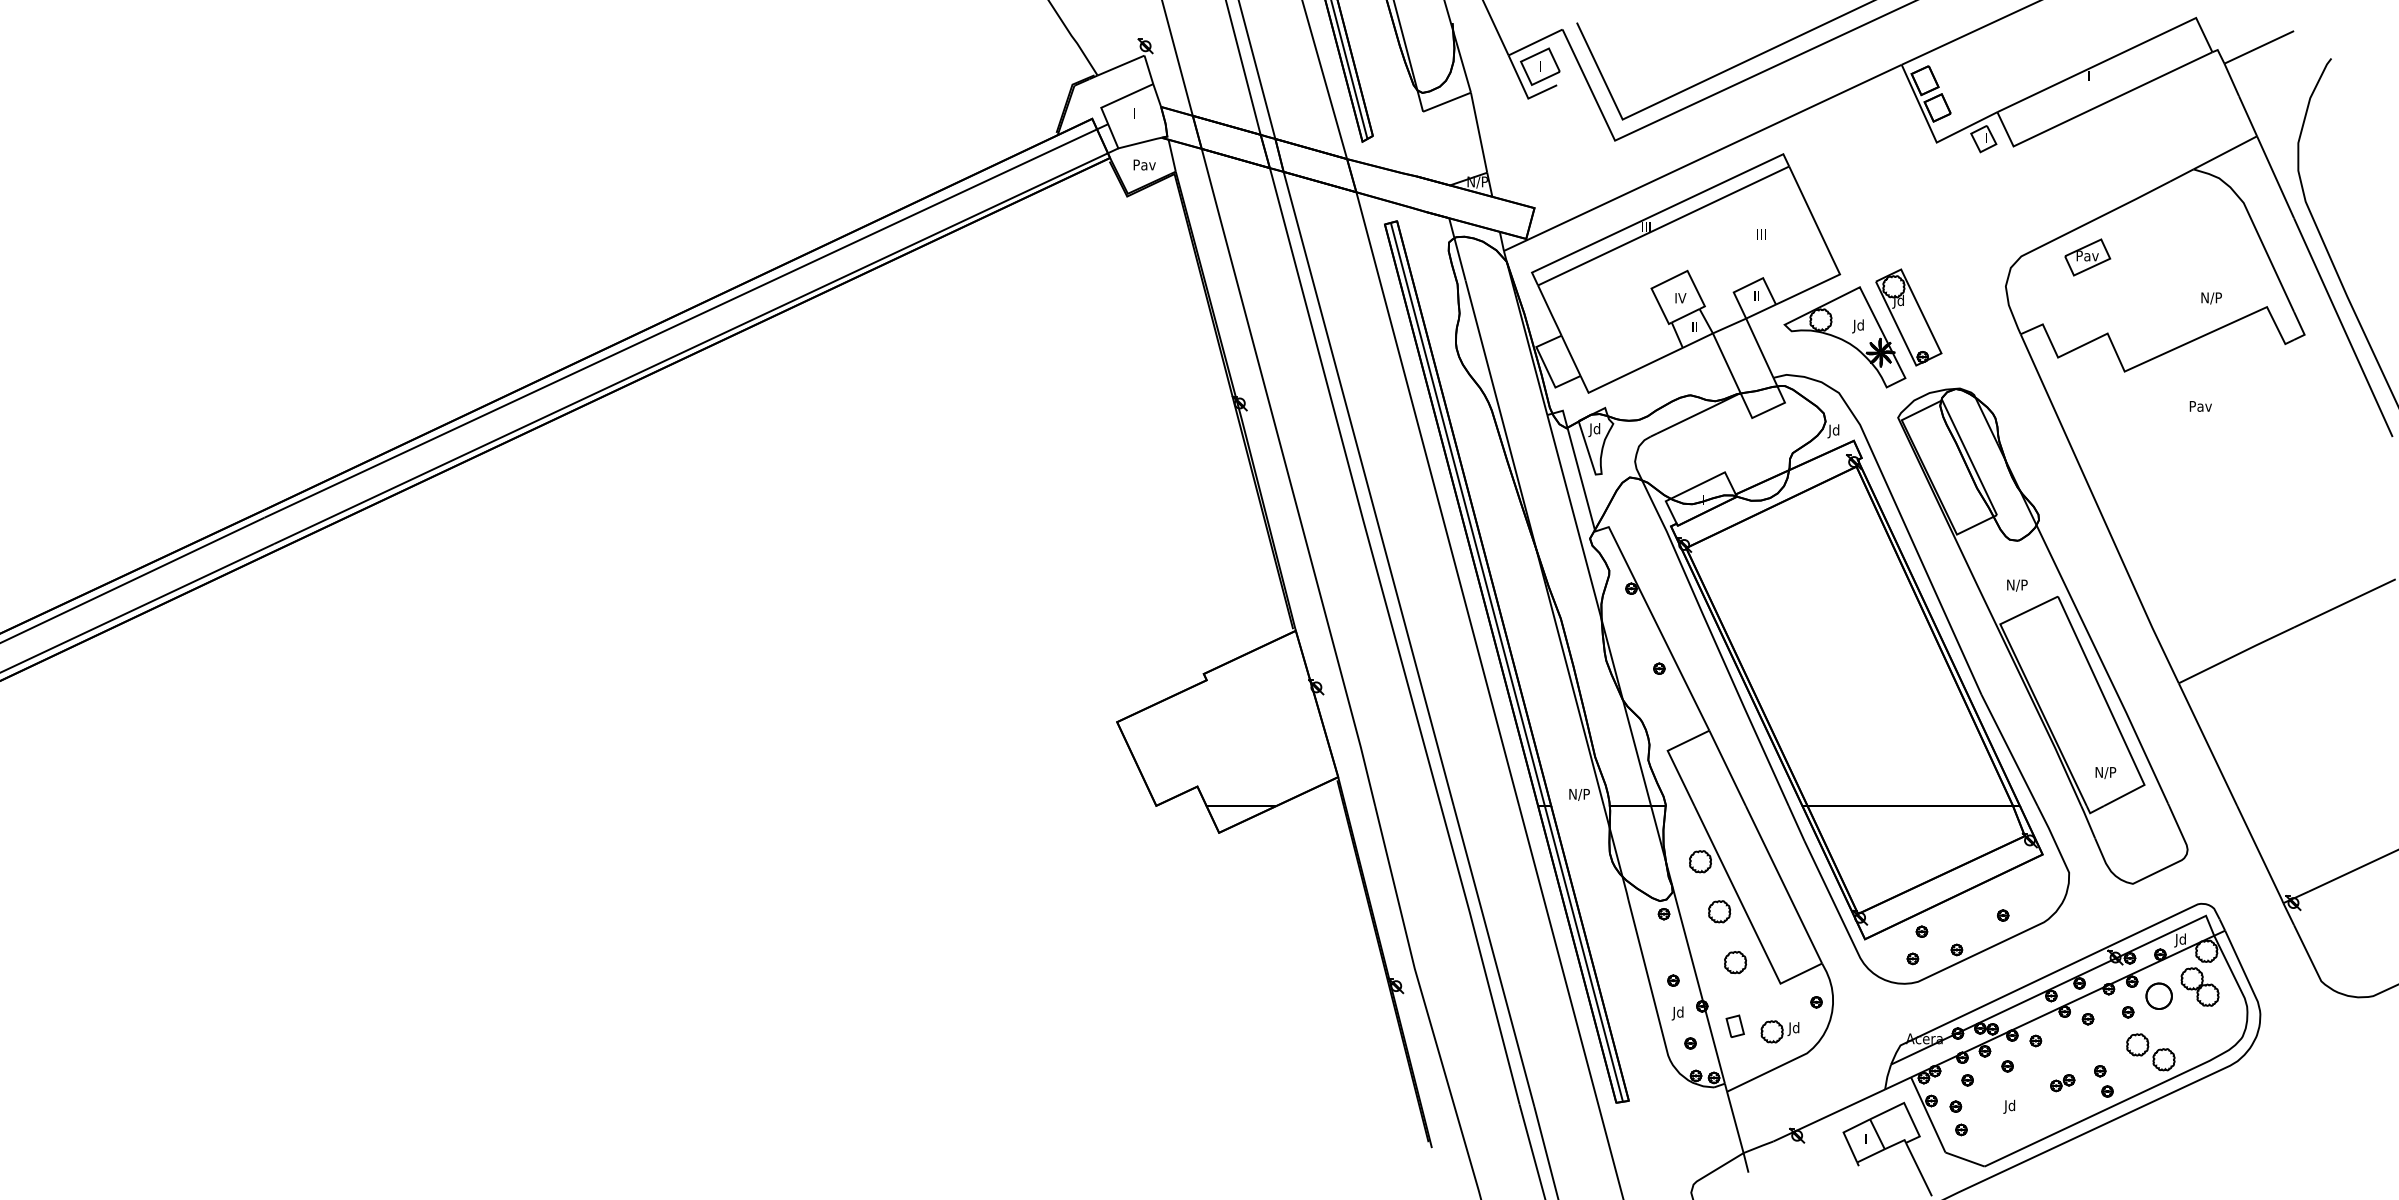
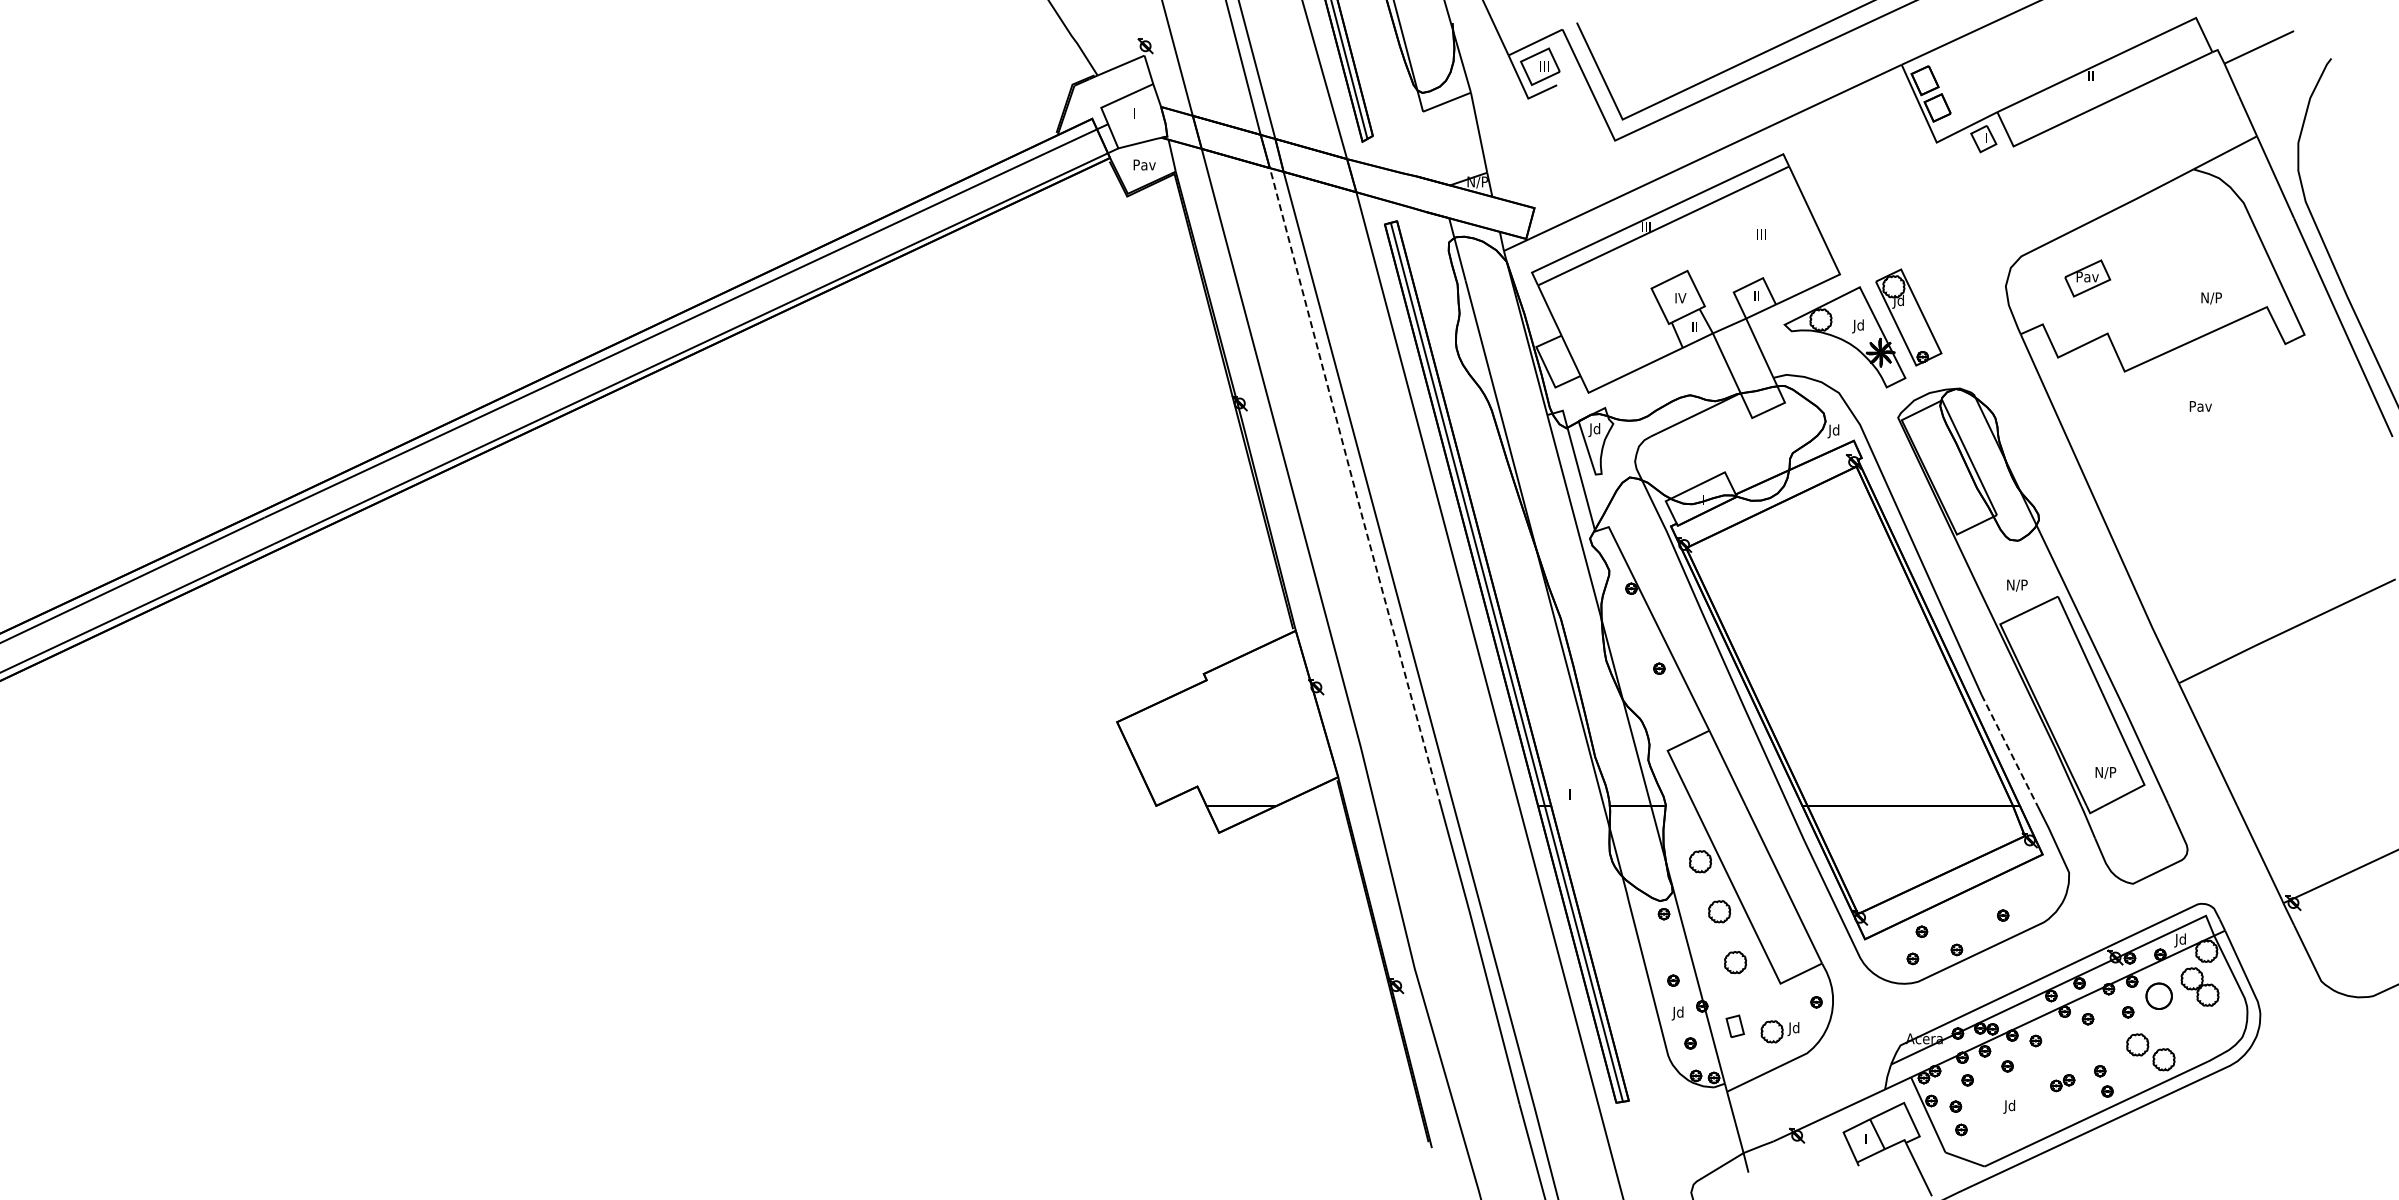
text at (1546, 66): I -> III
text at (2092, 75): I -> II
part at (2087, 257) position: (2087, 257) -> (2087, 278)
line at (1354, 486): solid -> dashed
line at (2009, 750): solid -> dashed
text at (1579, 794): N/P -> I
